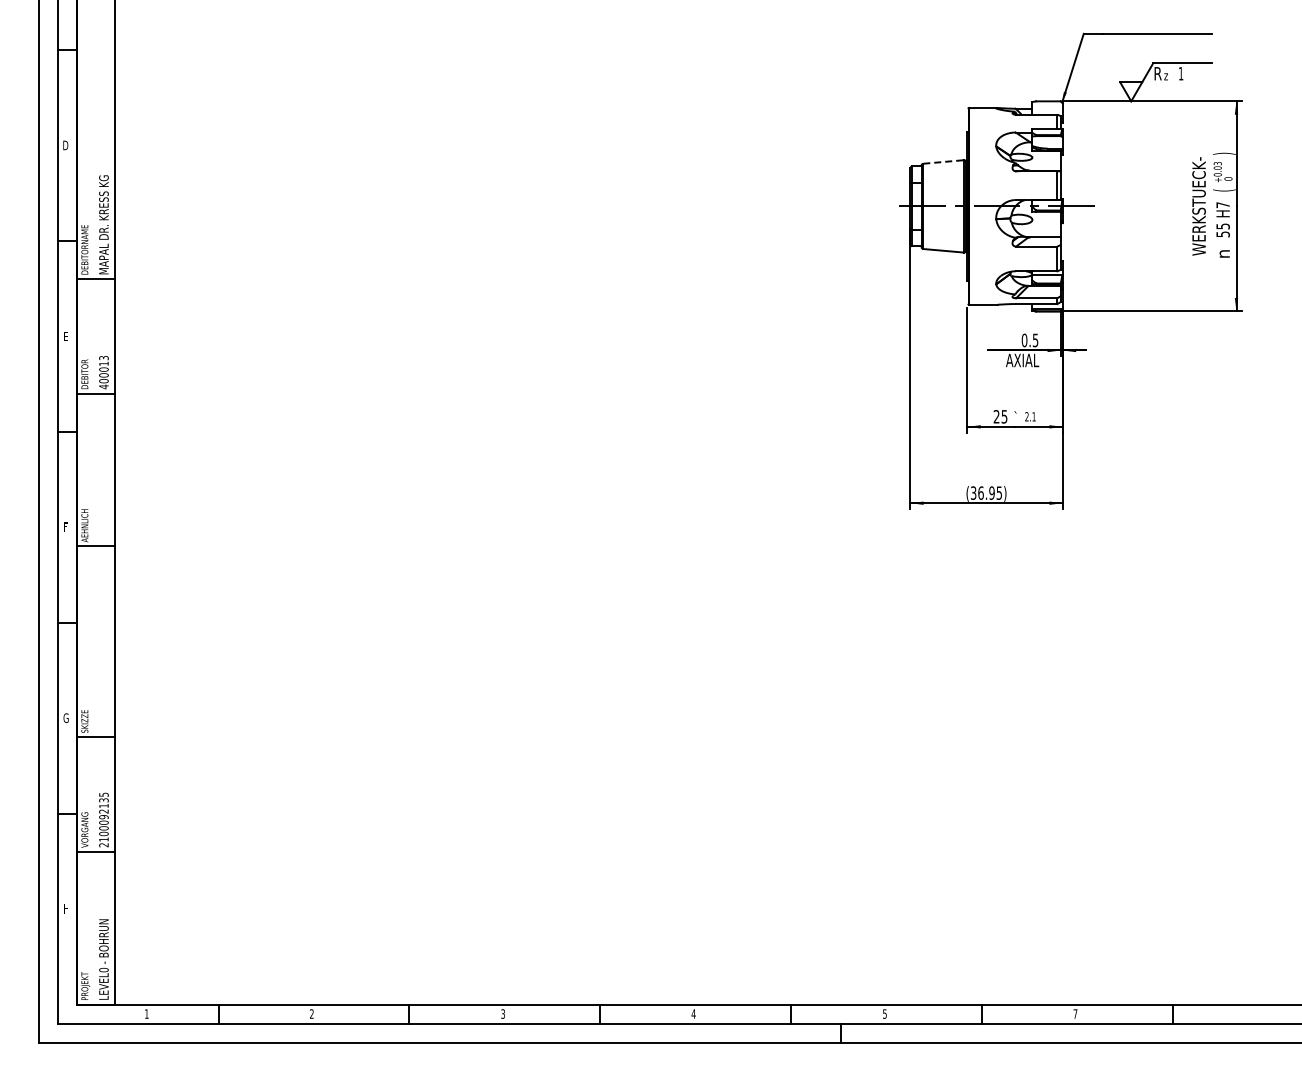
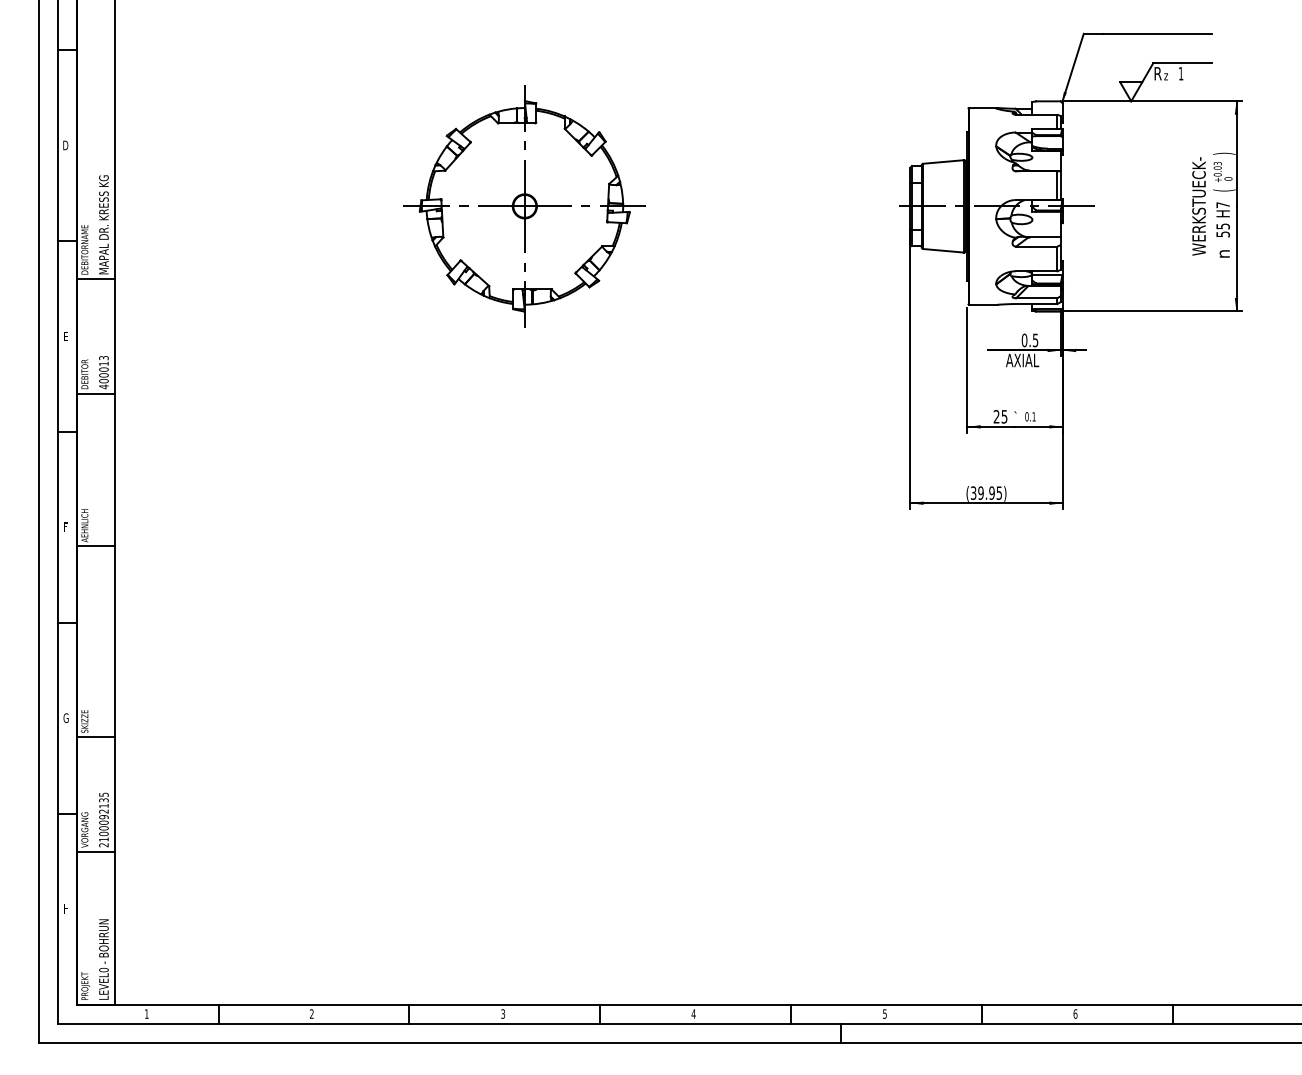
line at (943, 161): dashed -> solid
part at (524, 206): none -> present
text at (1026, 416): 2.1 -> 0.1
text at (980, 492): (36.95) -> (39.95)
text at (1075, 1013): 7 -> 6
